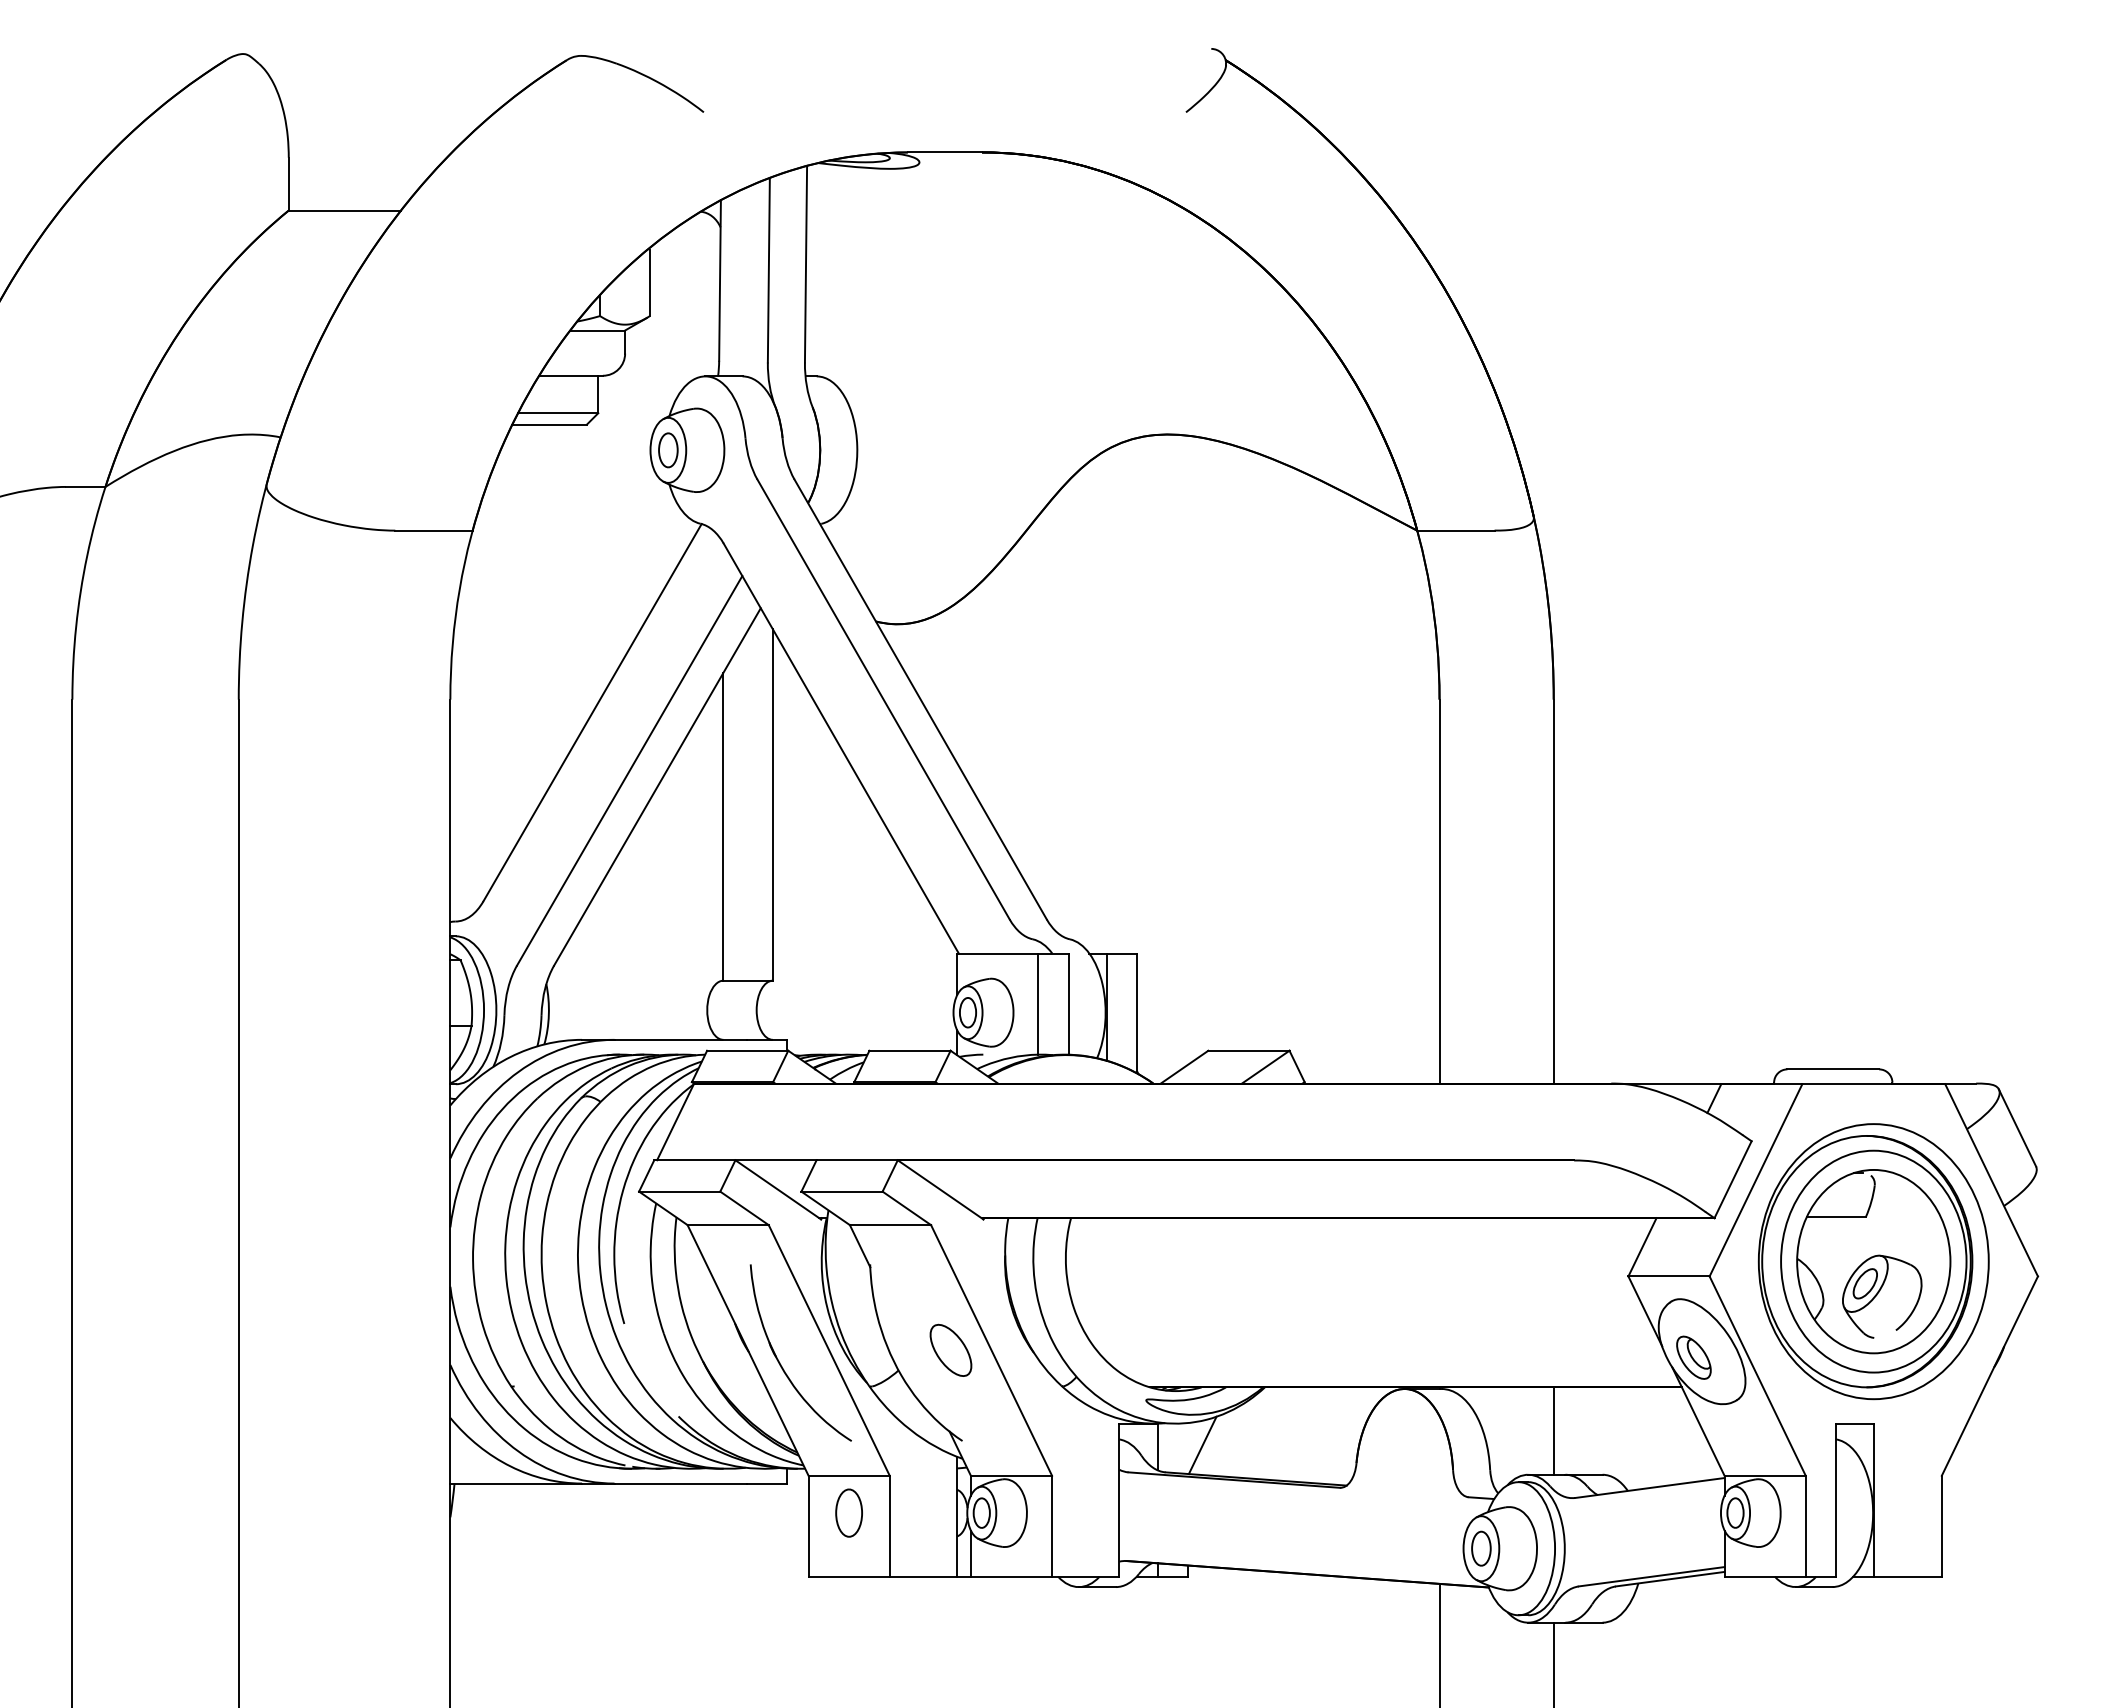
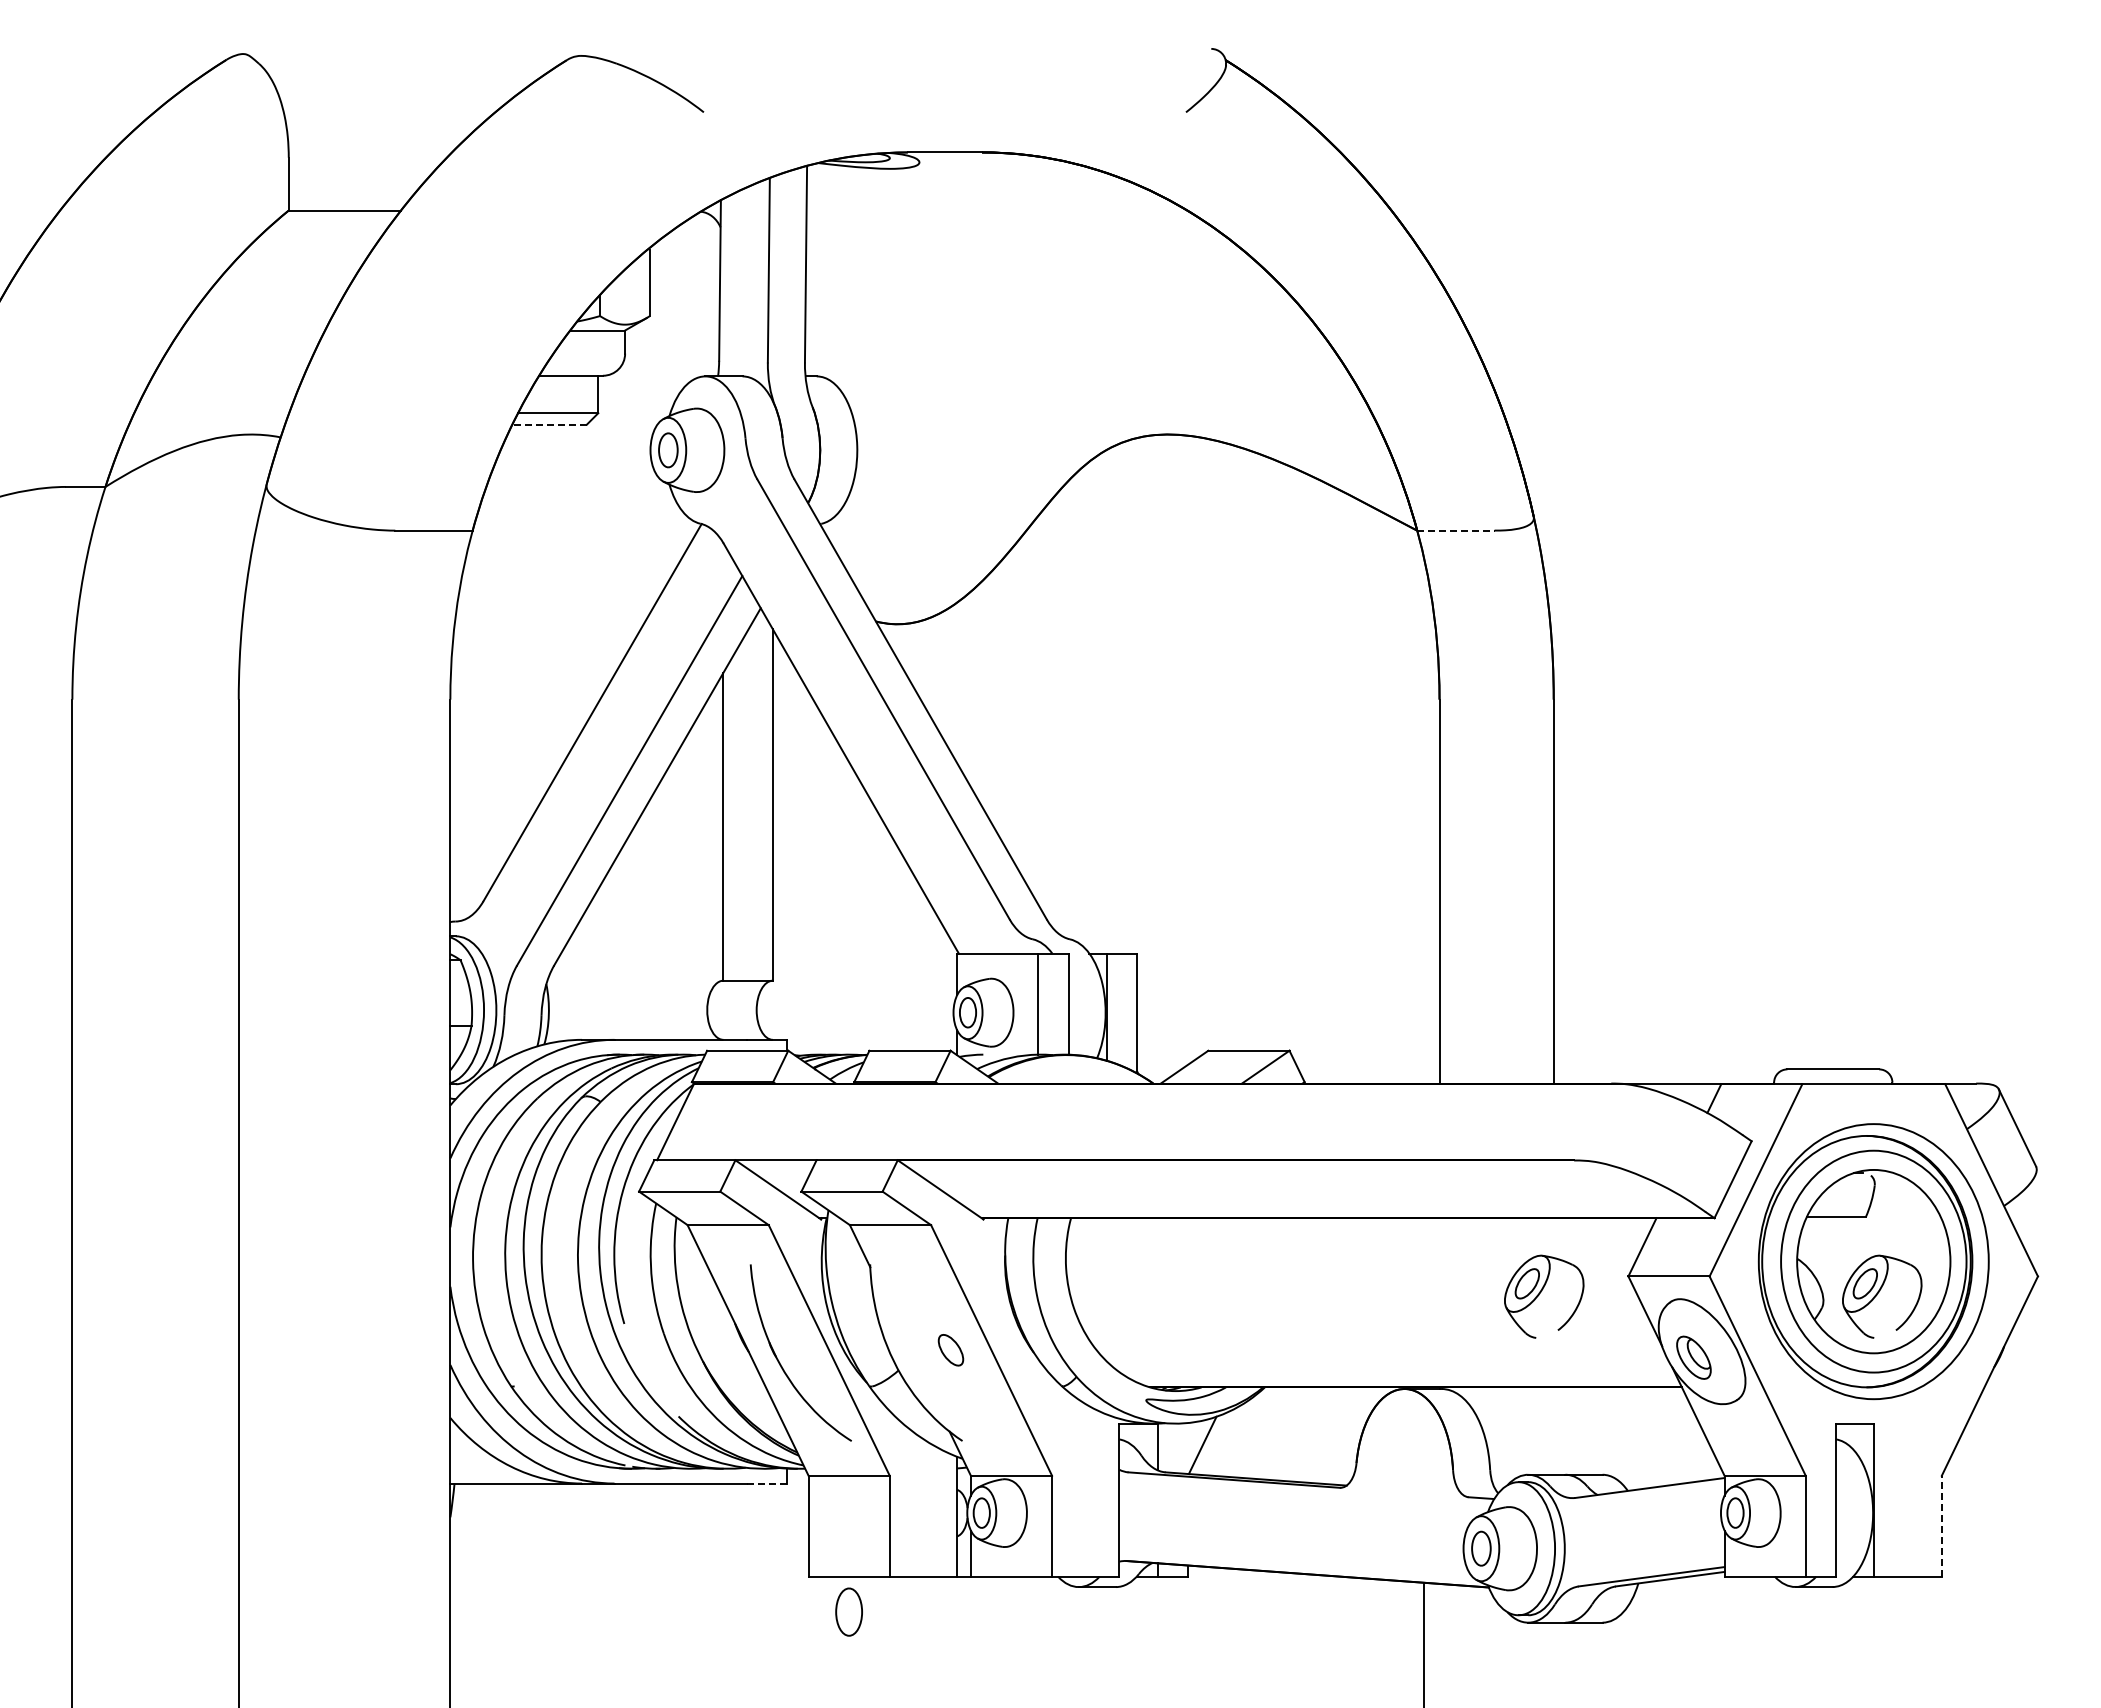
line at (549, 424): solid -> dashed
line at (1455, 530): solid -> dashed
part at (1544, 1296): none -> present
part at (950, 1349) size: 44x54 px -> 28x33 px
line at (1553, 1430): present -> none
line at (767, 1483): solid -> dashed
part at (848, 1512) position: (848, 1512) -> (848, 1611)
line at (1941, 1526): solid -> dashed
line at (1439, 1643) position: (1439, 1643) -> (1423, 1643)
line at (1553, 1663): present -> none
